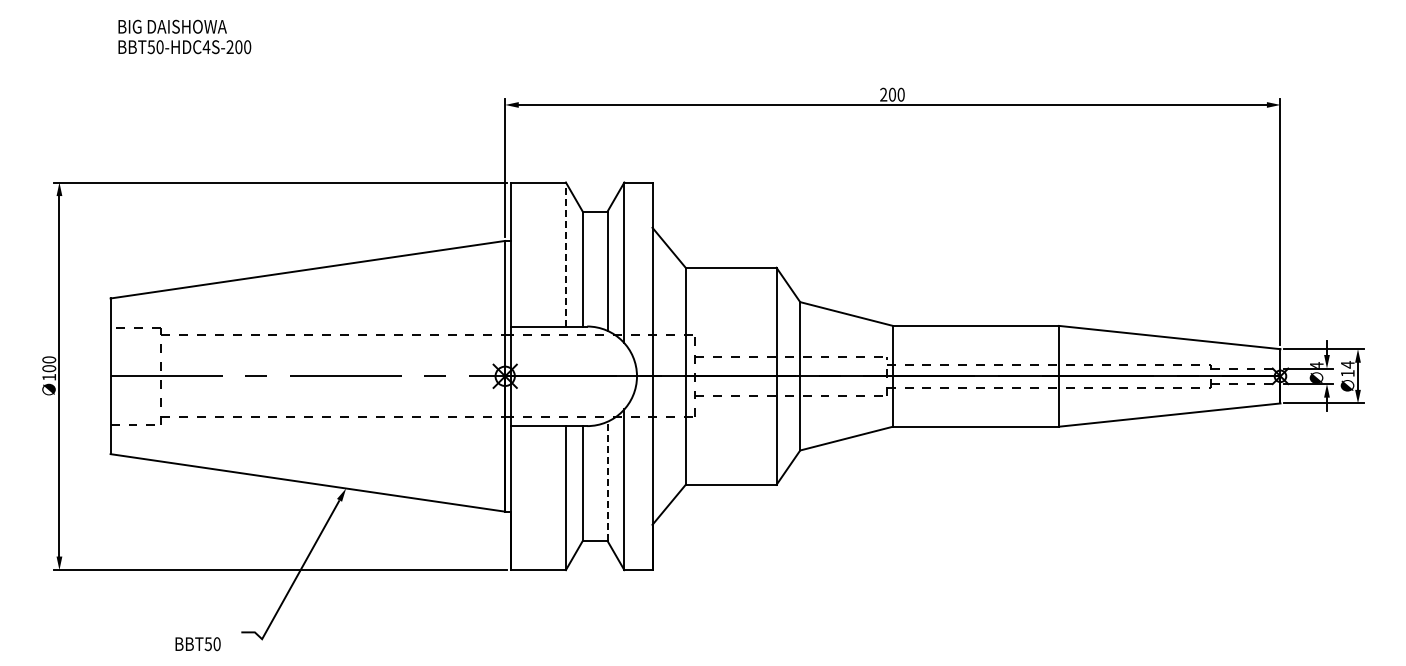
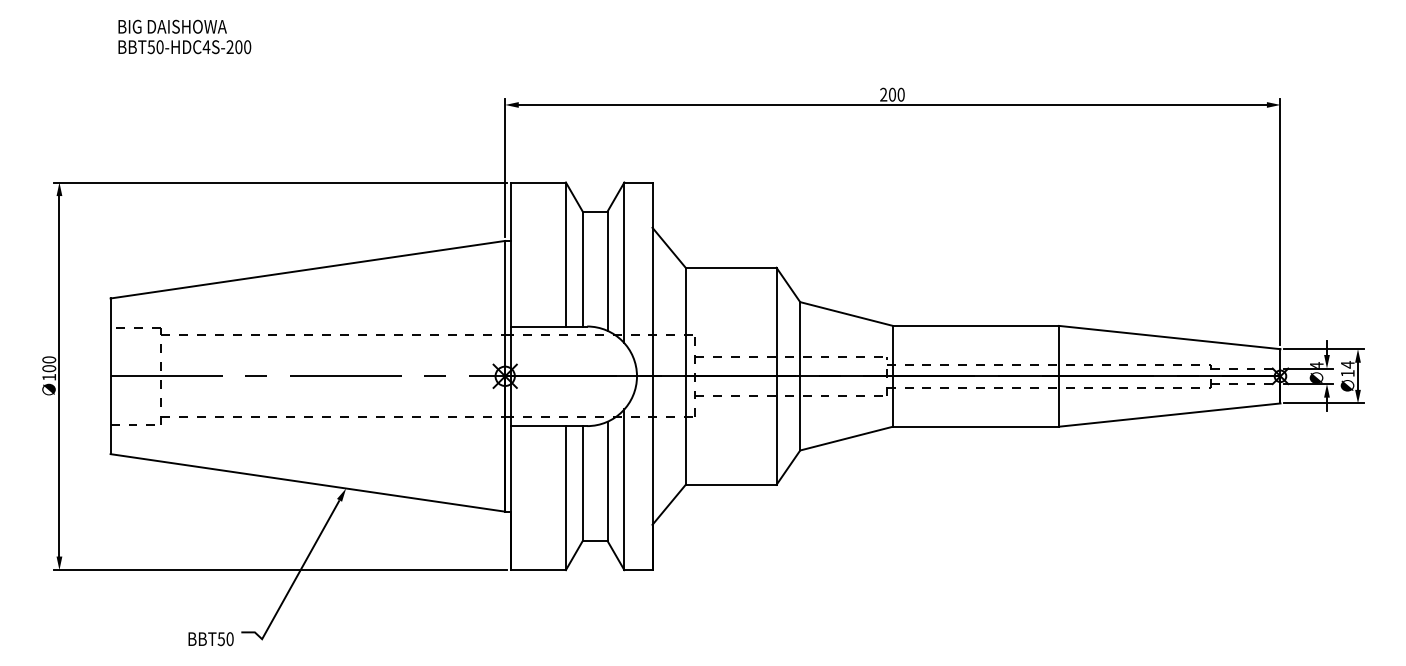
line at (565, 254): dashed -> solid
line at (607, 481): dashed -> solid
text at (197, 644) position: (197, 644) -> (210, 639)
